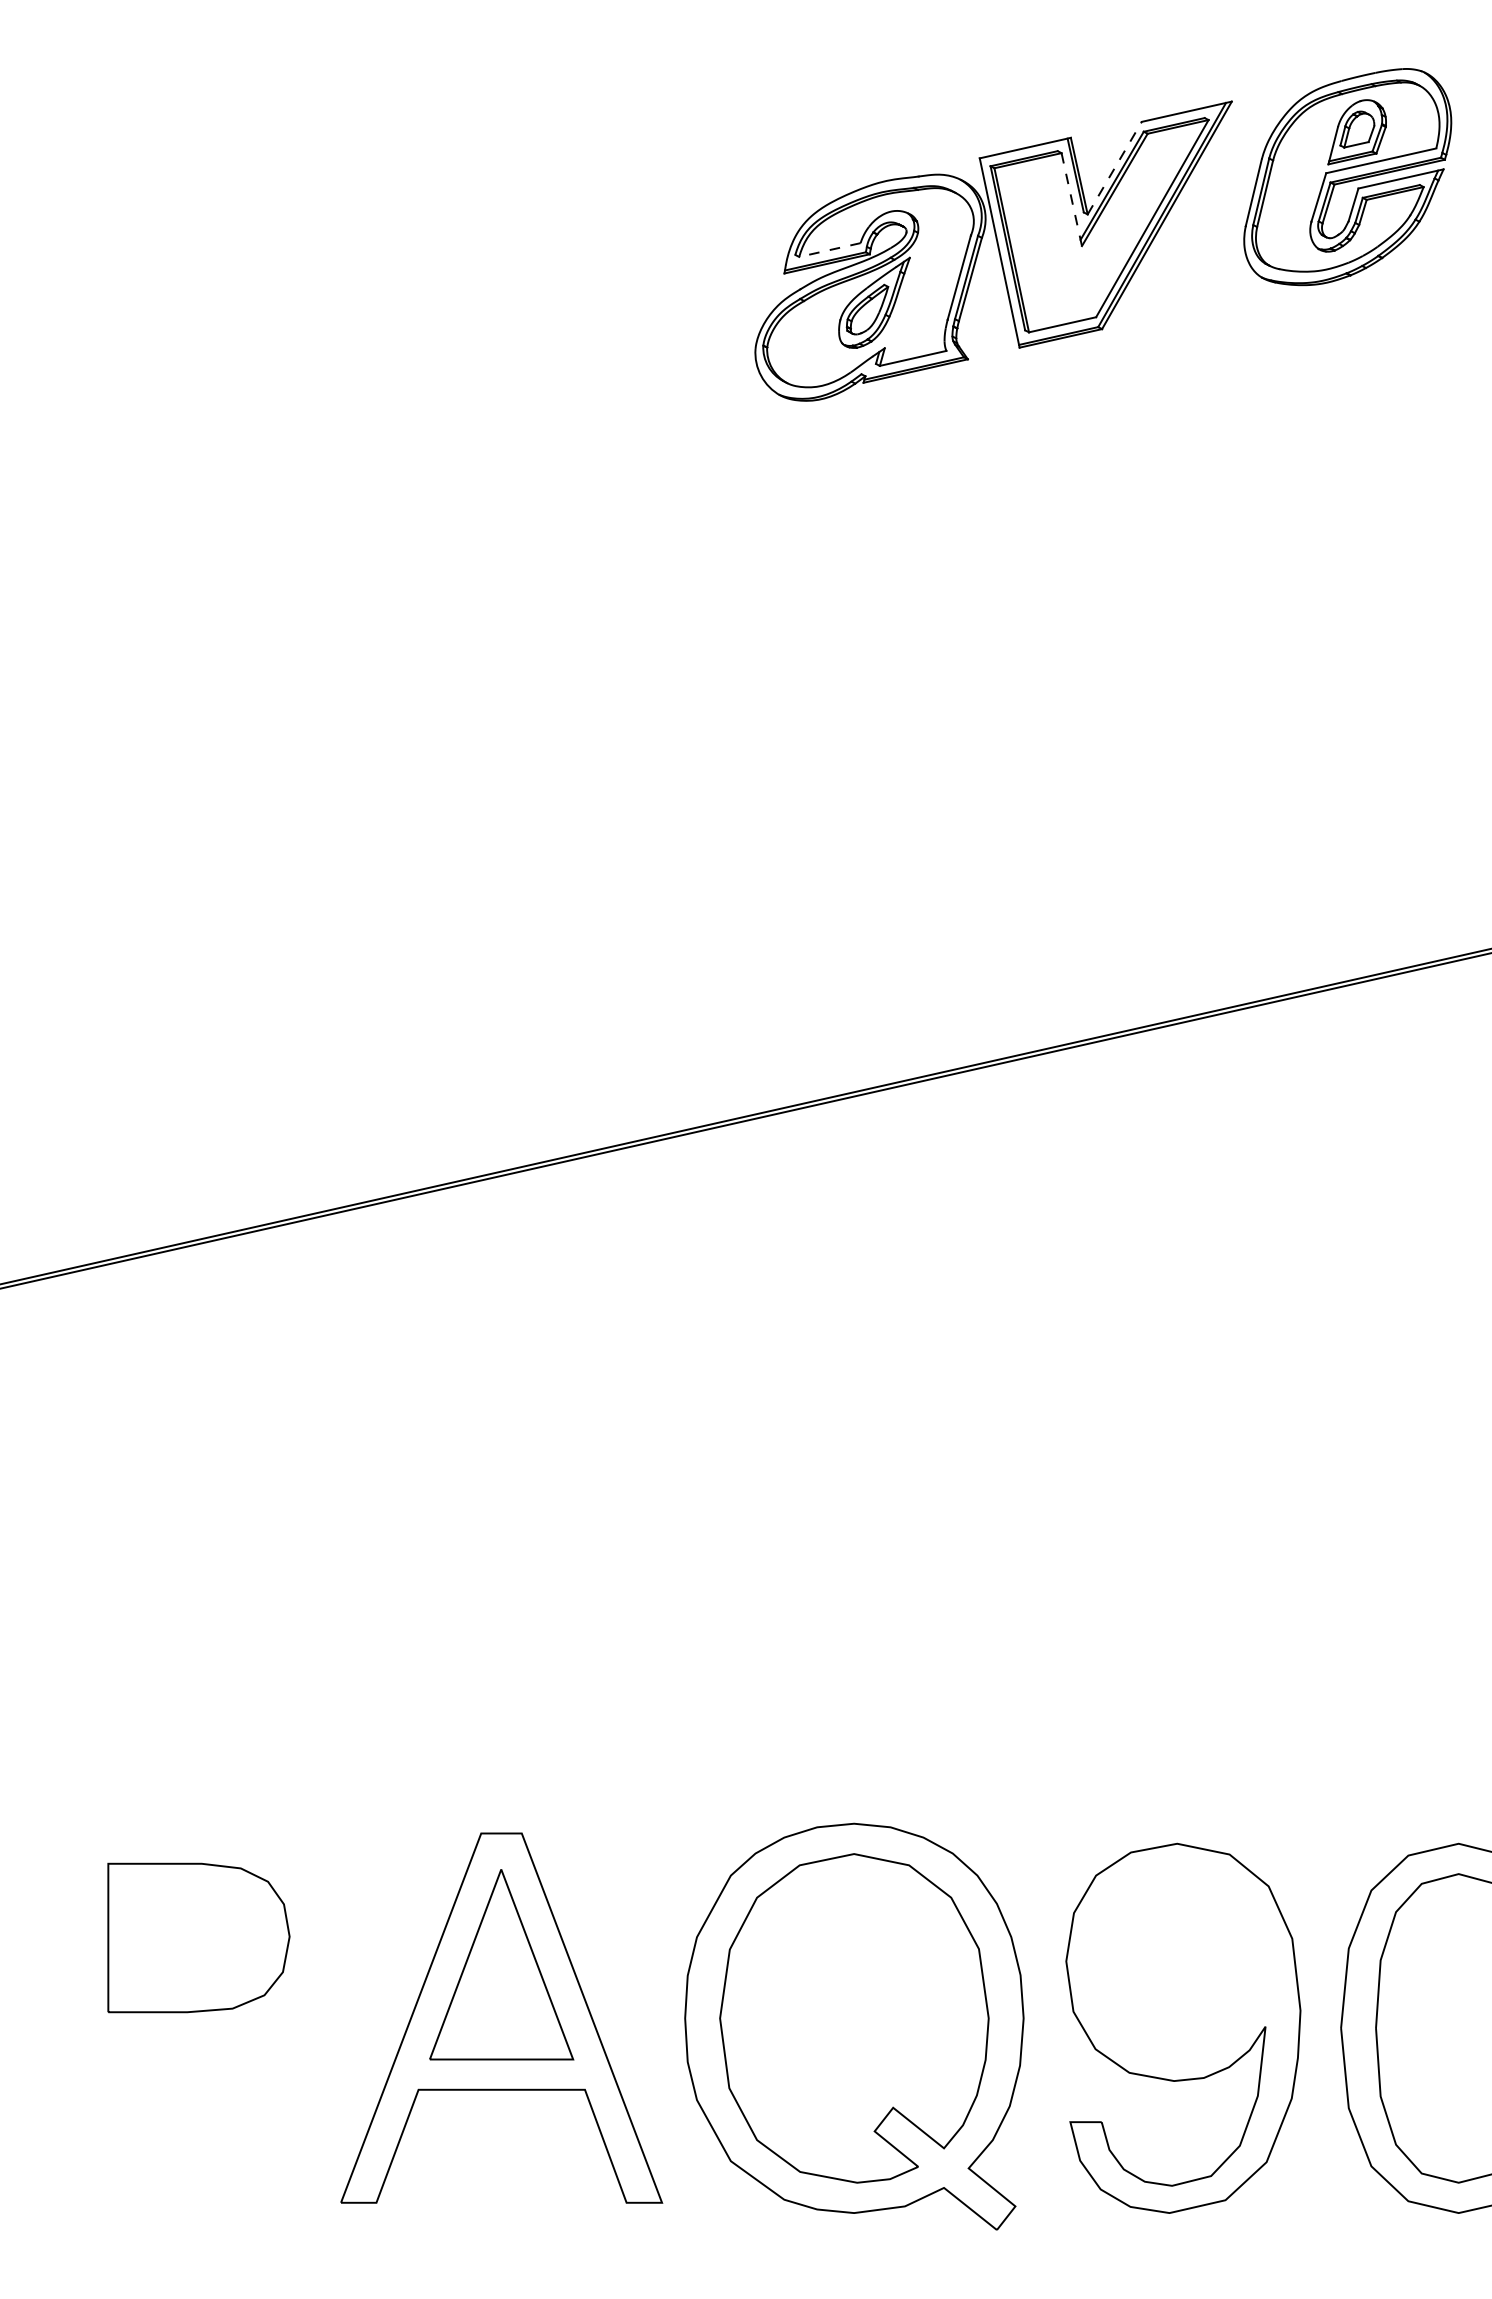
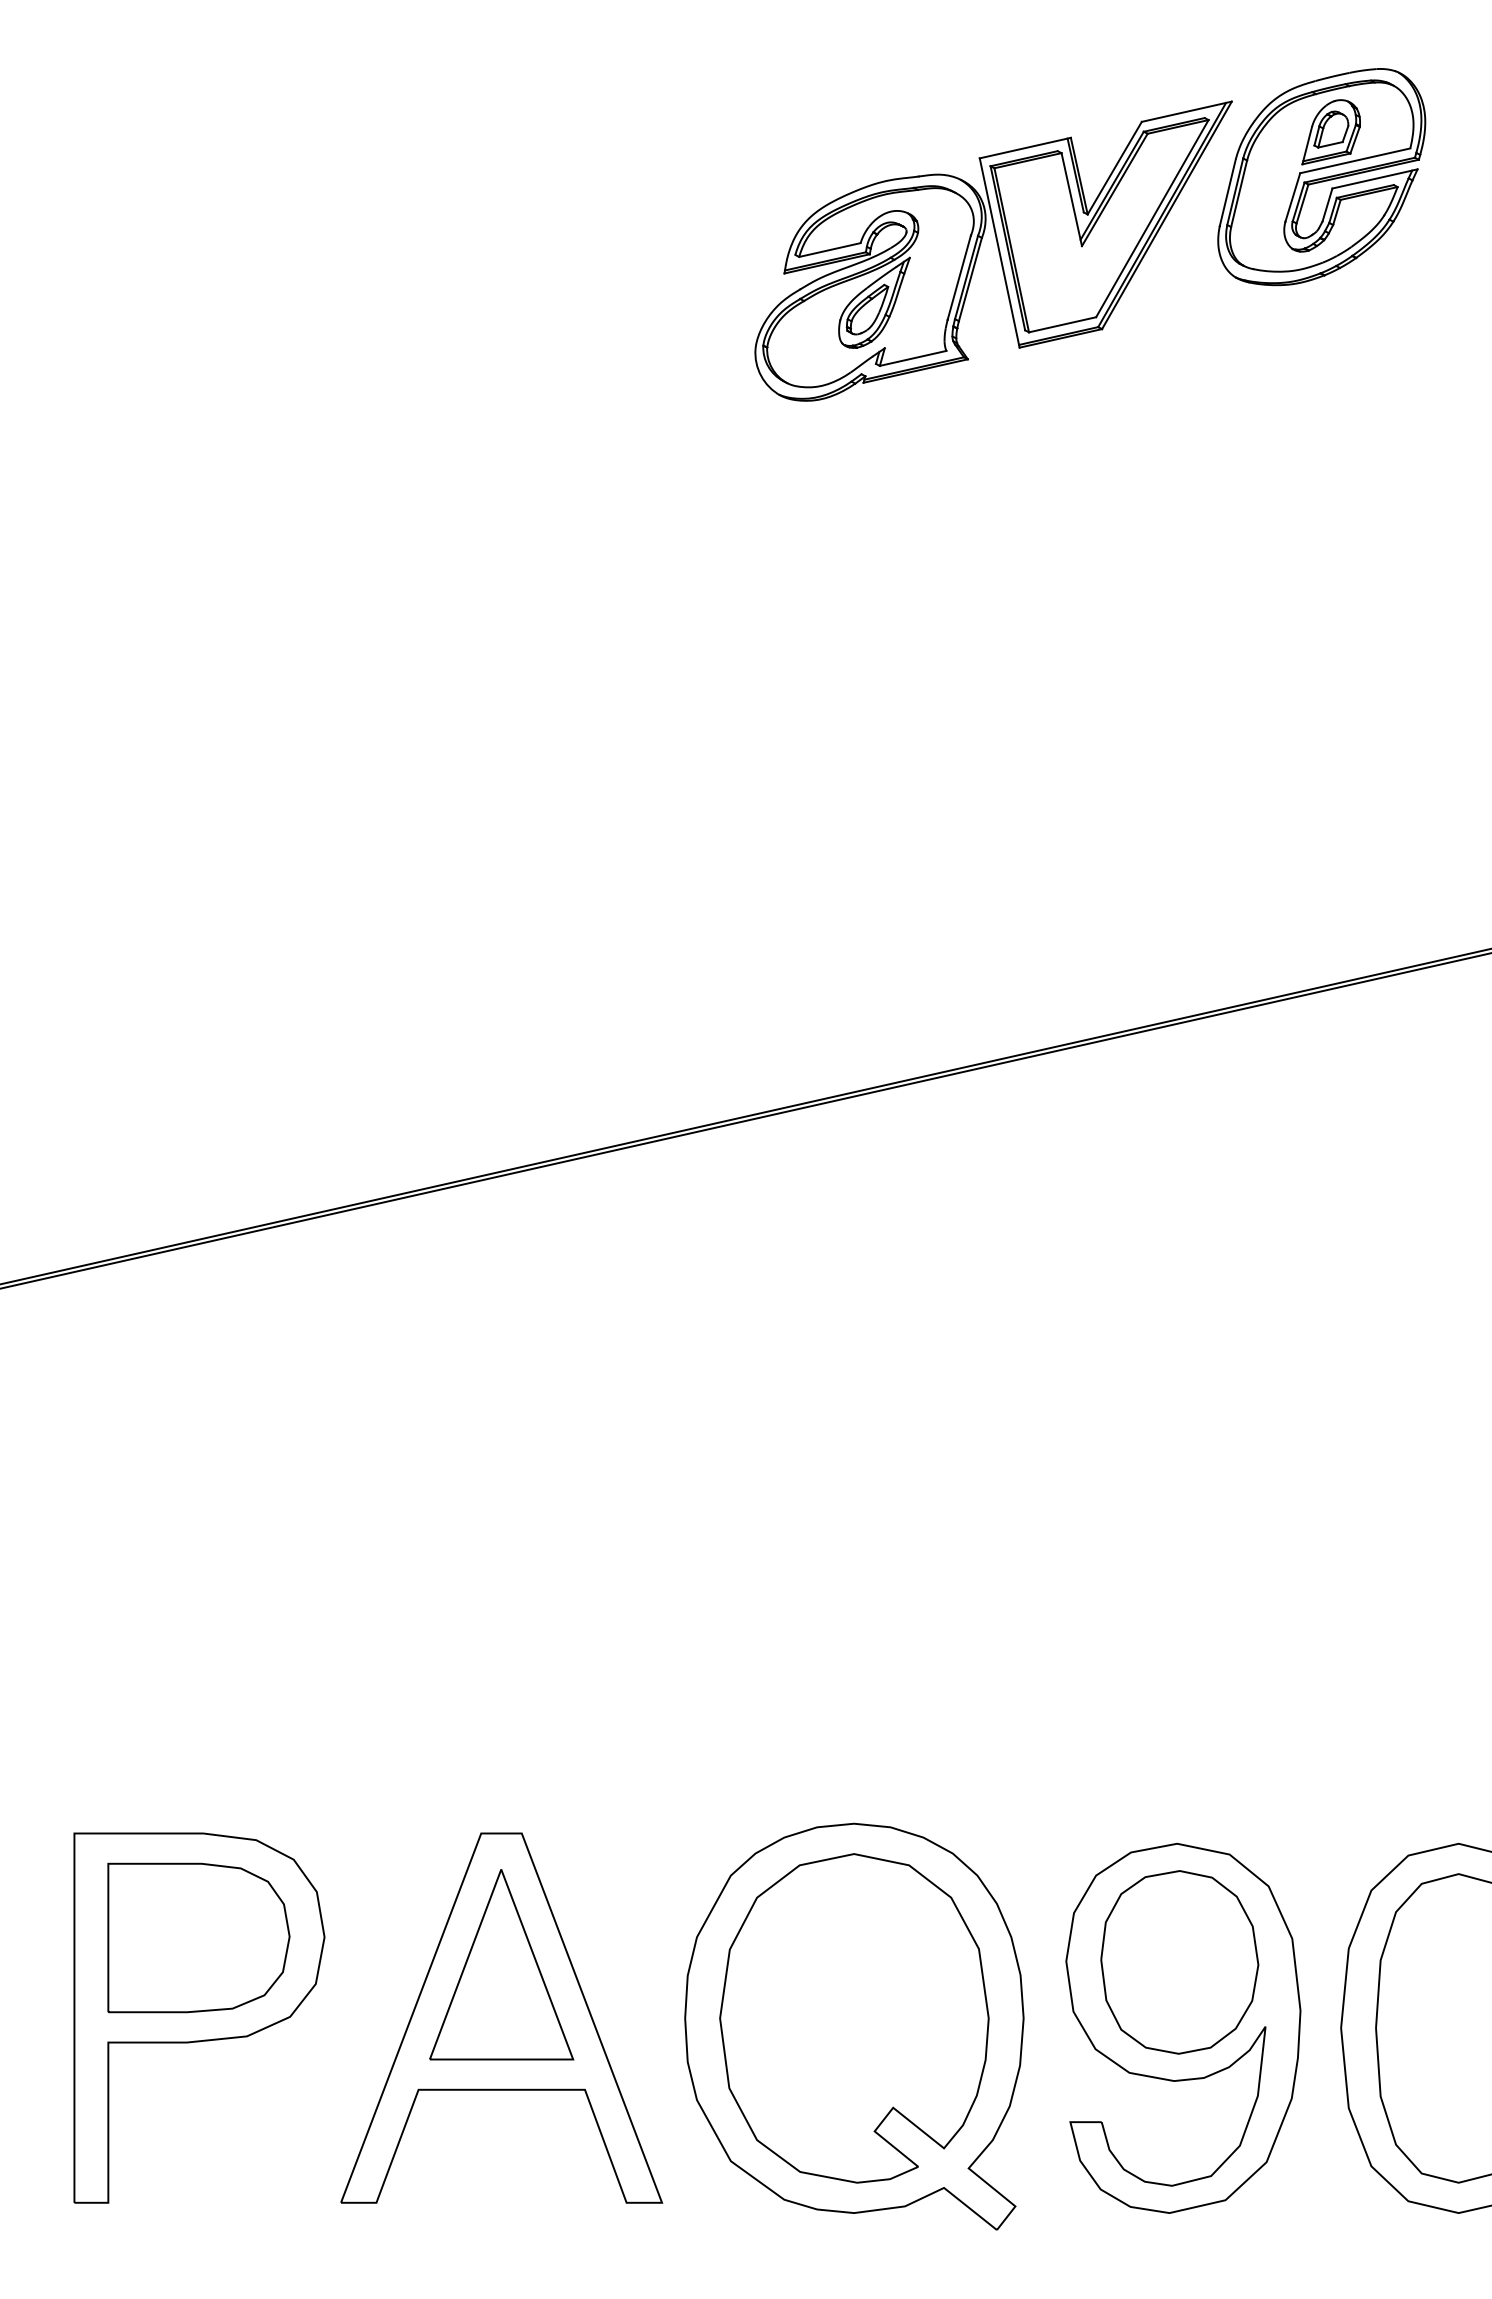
line at (1114, 168): dashed -> solid
part at (1347, 177) position: (1347, 177) -> (1321, 177)
line at (1071, 199): dashed -> solid
line at (829, 250): dashed -> solid
part at (1179, 1962): none -> present
part at (199, 2017): none -> present
